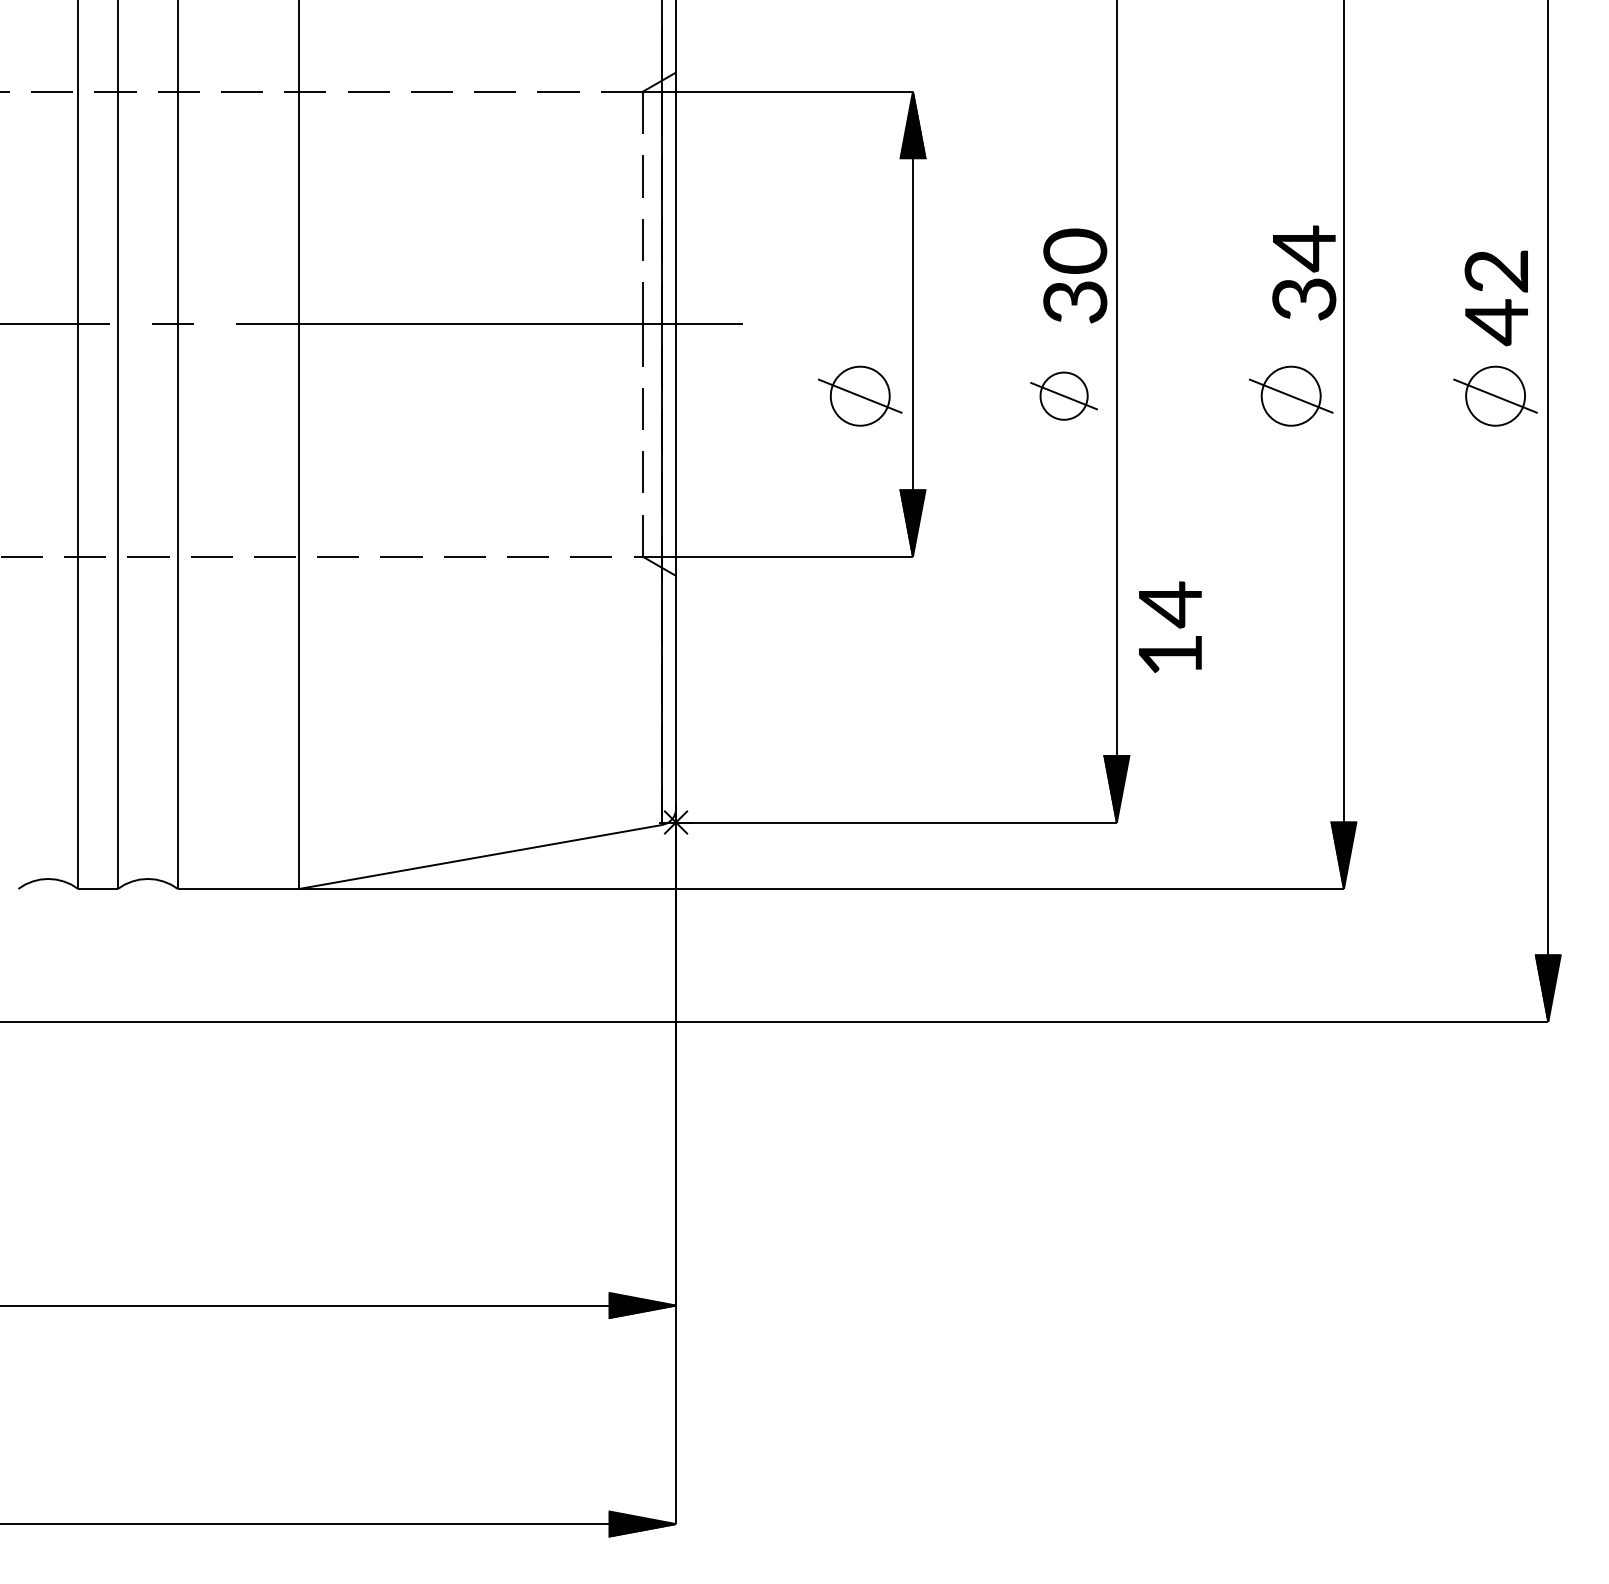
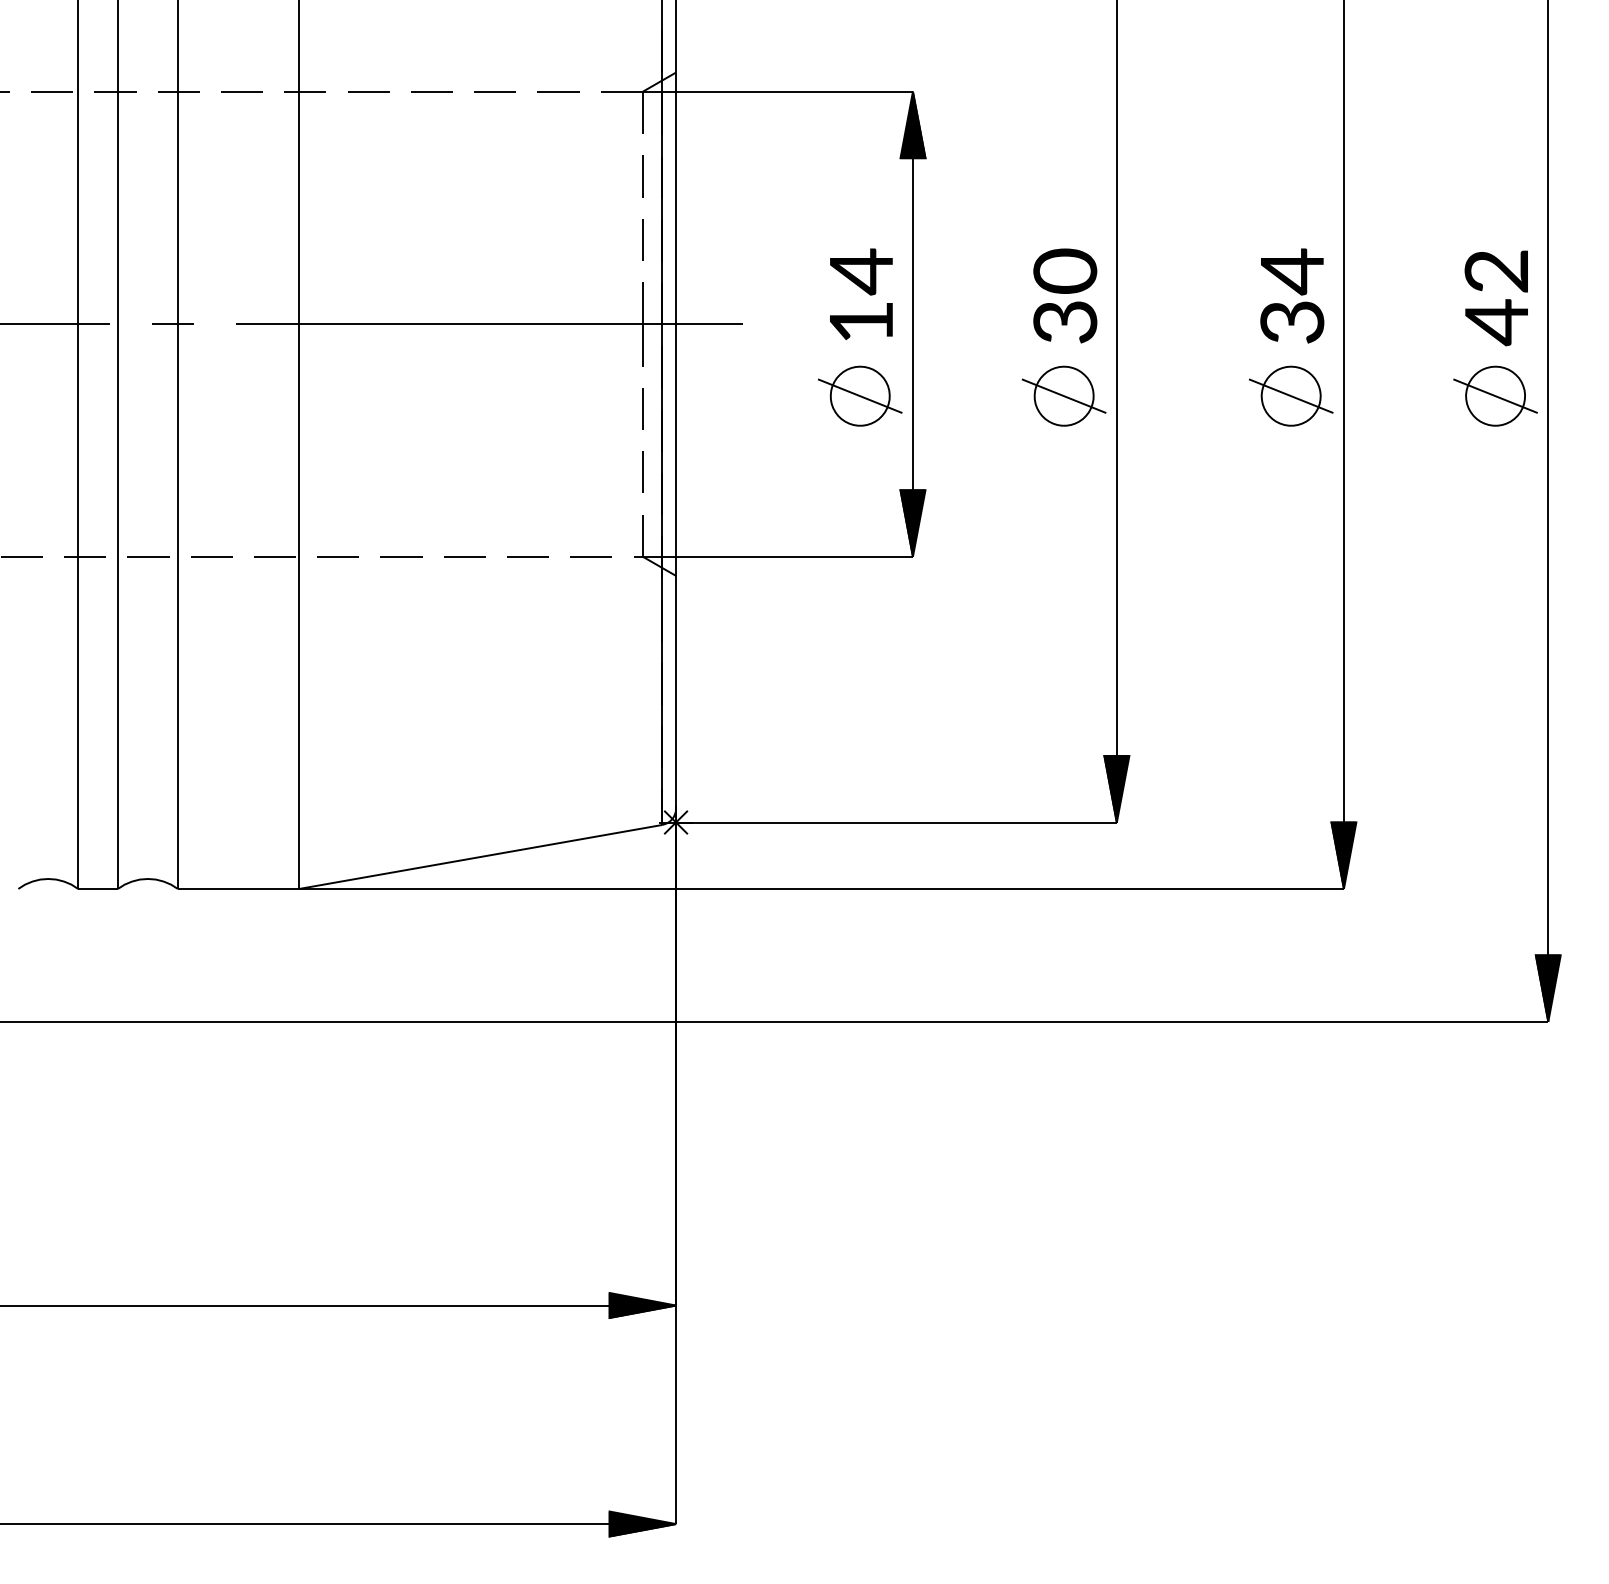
text at (1304, 272) position: (1304, 272) -> (1292, 295)
text at (1075, 275) position: (1075, 275) -> (1065, 295)
part at (1063, 395) size: 68x50 px -> 86x62 px
text at (1170, 627) position: (1170, 627) -> (861, 294)
